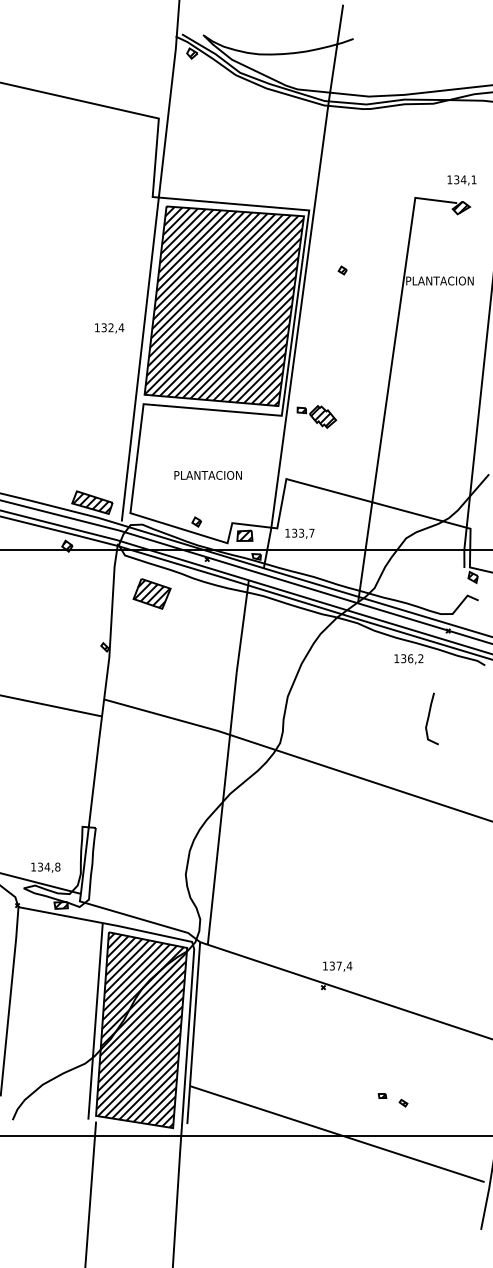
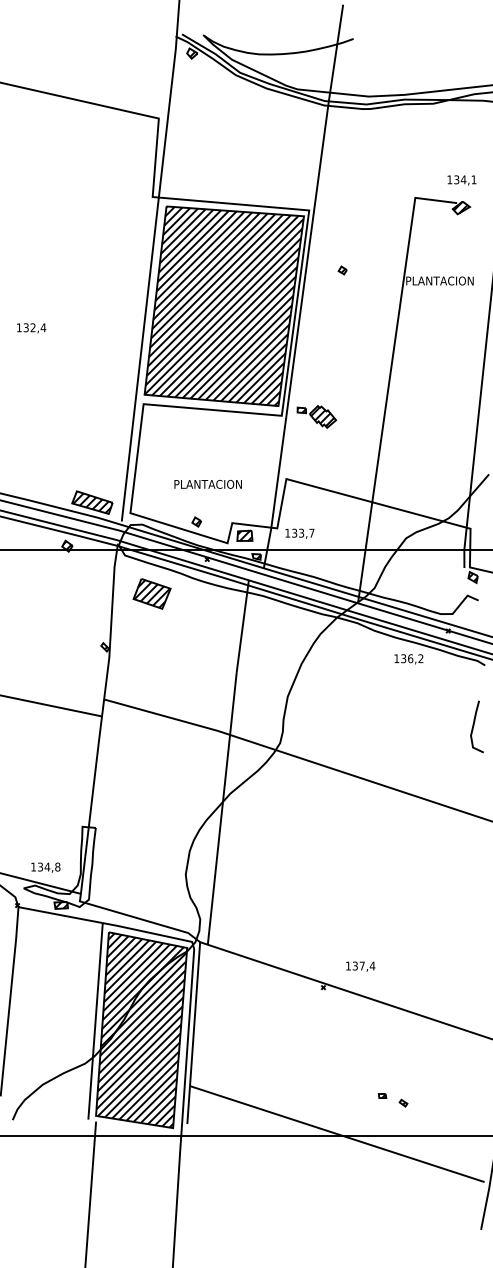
text at (109, 328) position: (109, 328) -> (31, 328)
text at (207, 475) position: (207, 475) -> (207, 484)
curve at (429, 718) position: (429, 718) -> (474, 726)
text at (337, 966) position: (337, 966) -> (360, 966)
